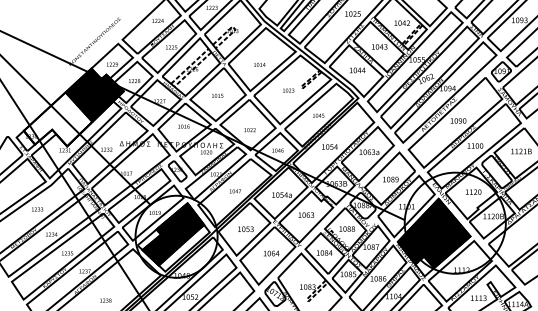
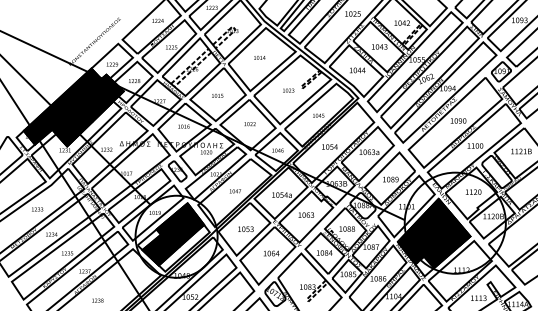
text at (259, 64) position: (259, 64) -> (259, 57)
fill at (57, 119): none -> present
text at (249, 130) position: (249, 130) -> (249, 124)
text at (105, 300) position: (105, 300) -> (97, 300)
